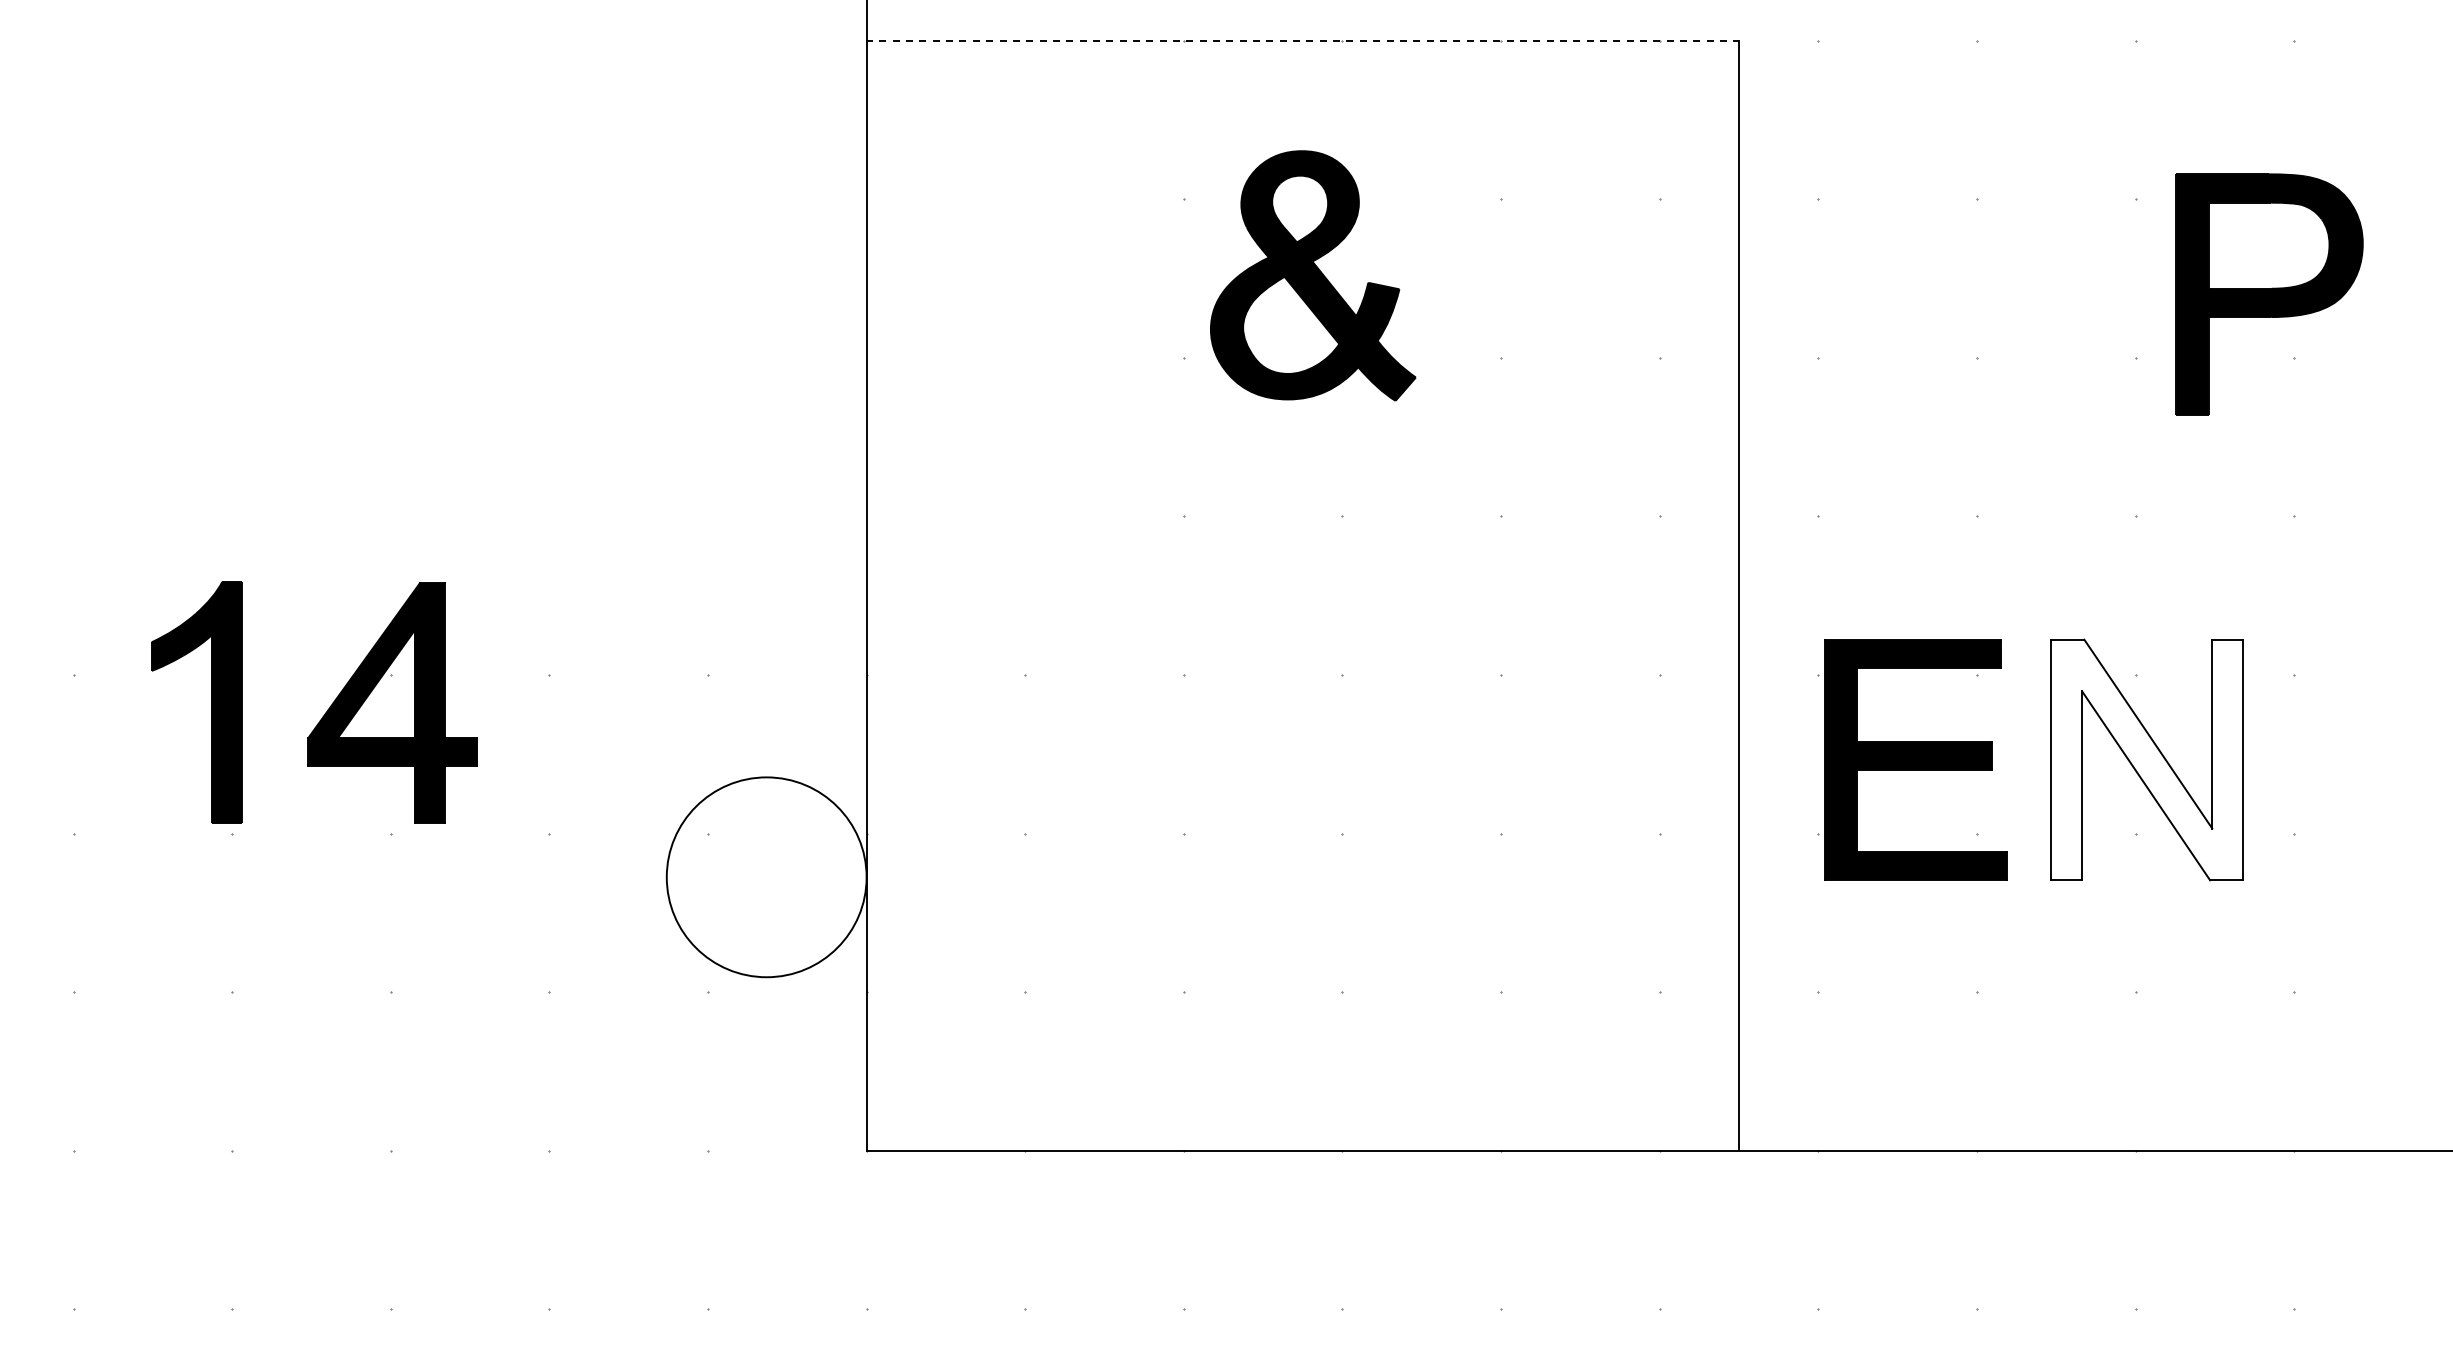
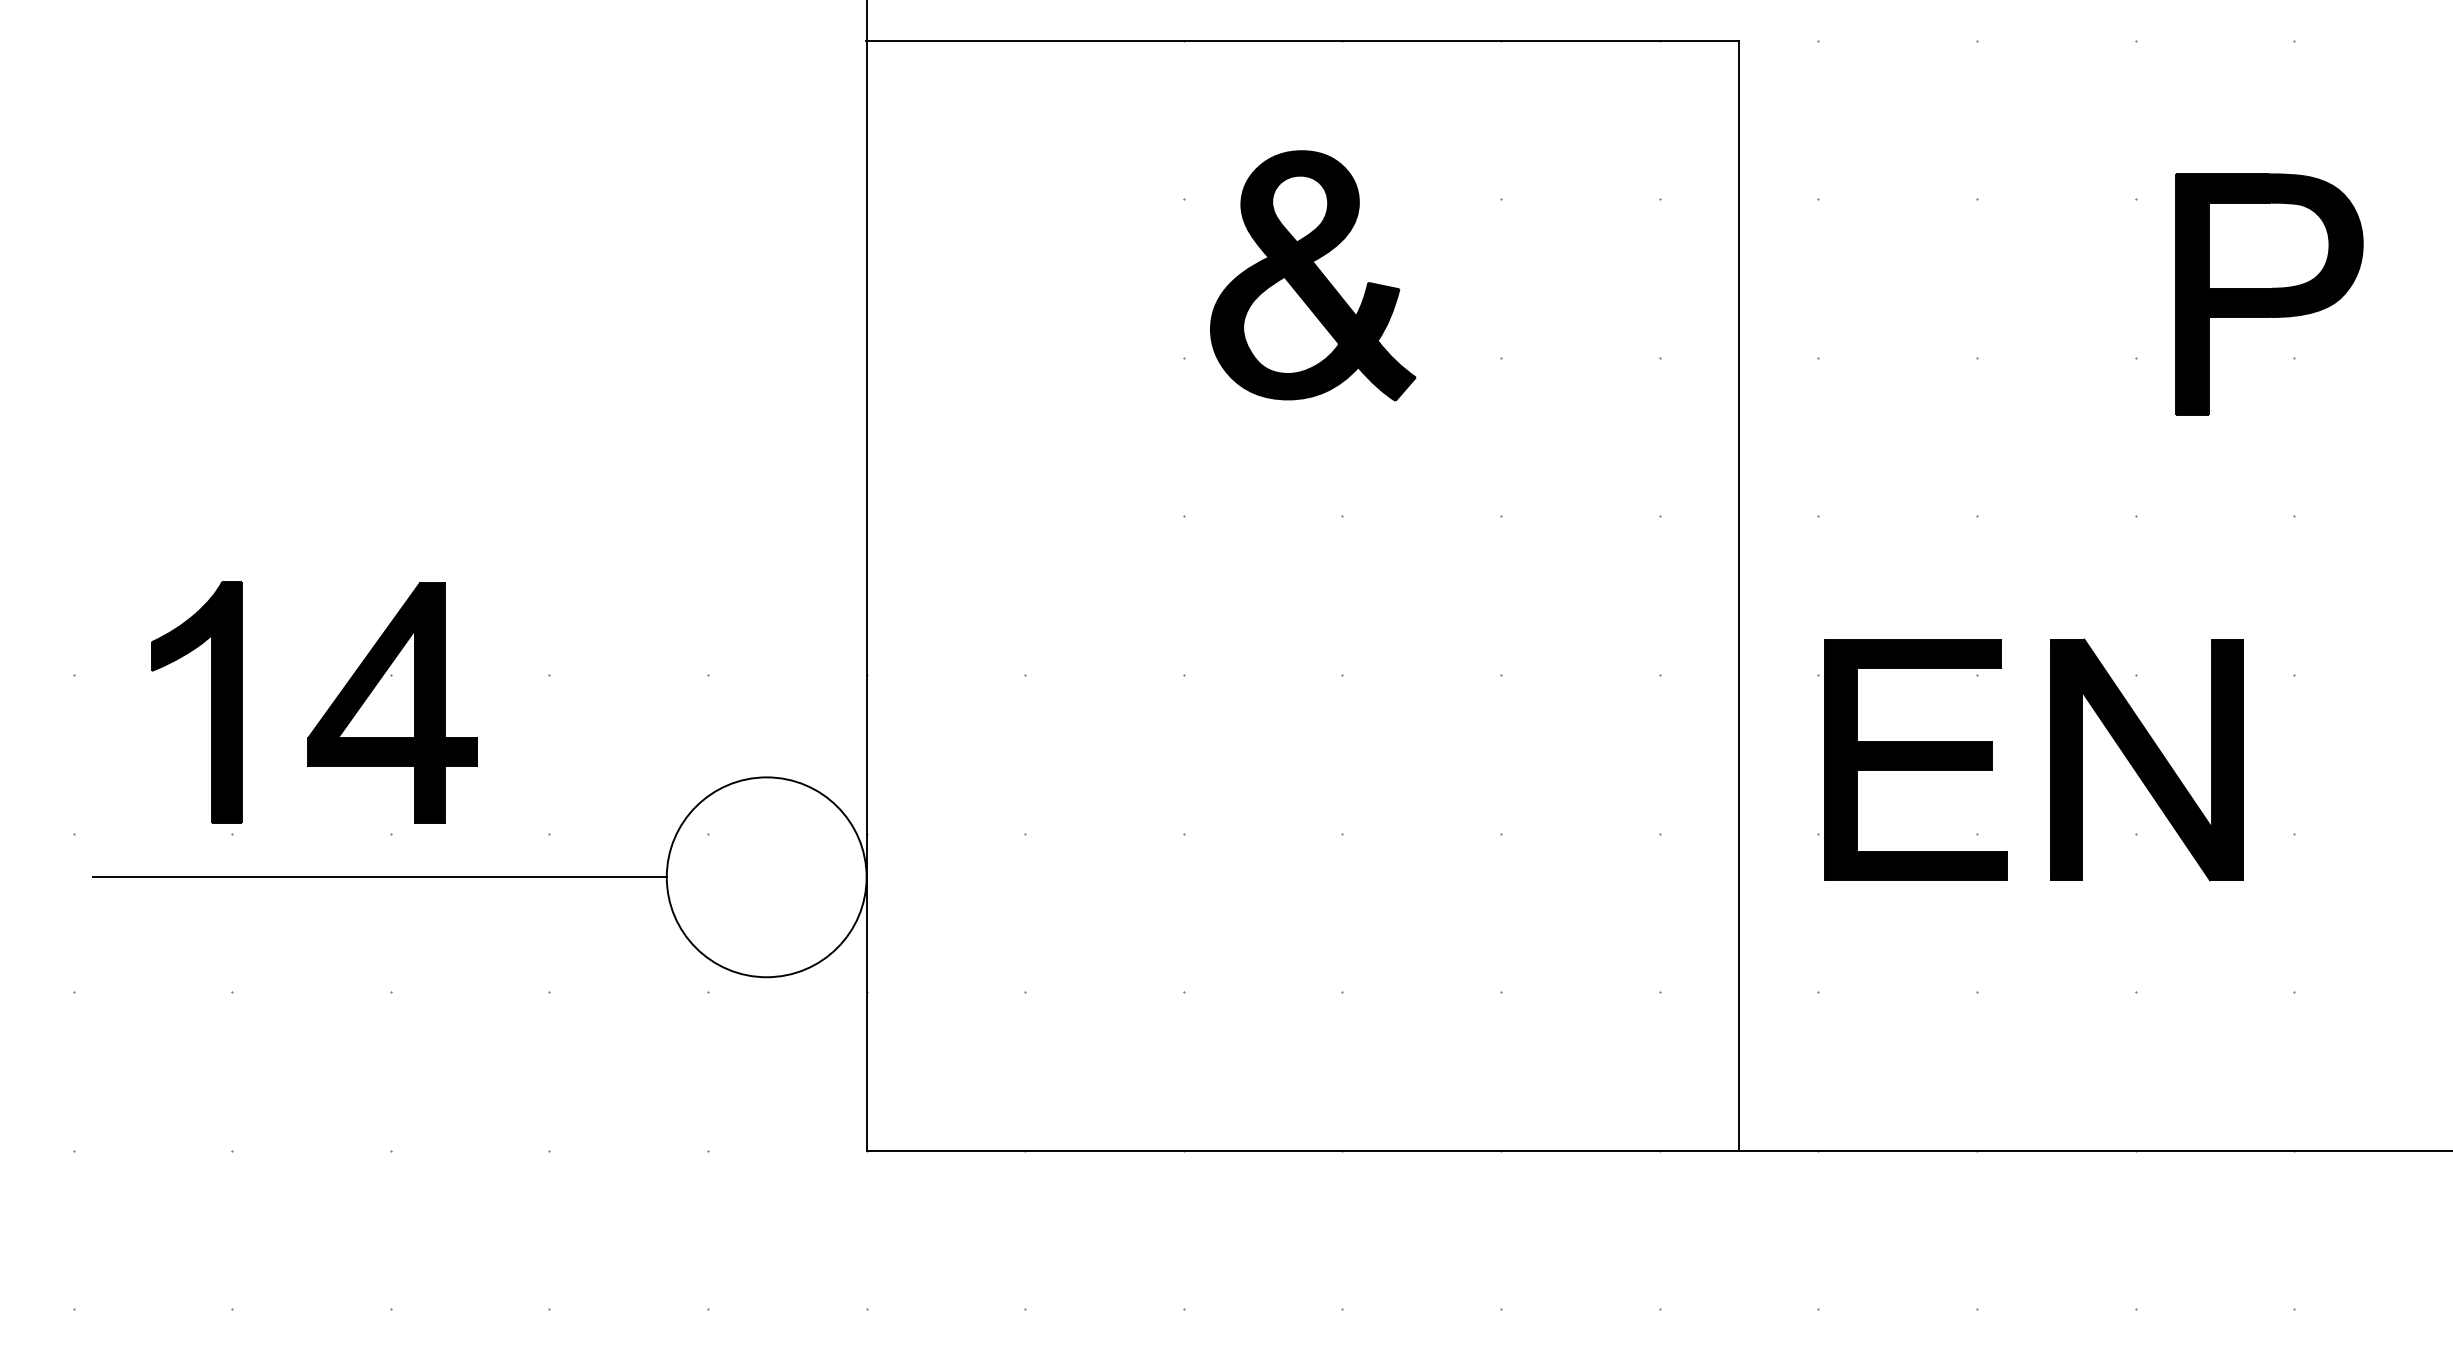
line at (1302, 40): dashed -> solid
fill at (2147, 759): none -> present
line at (379, 877): none -> present
